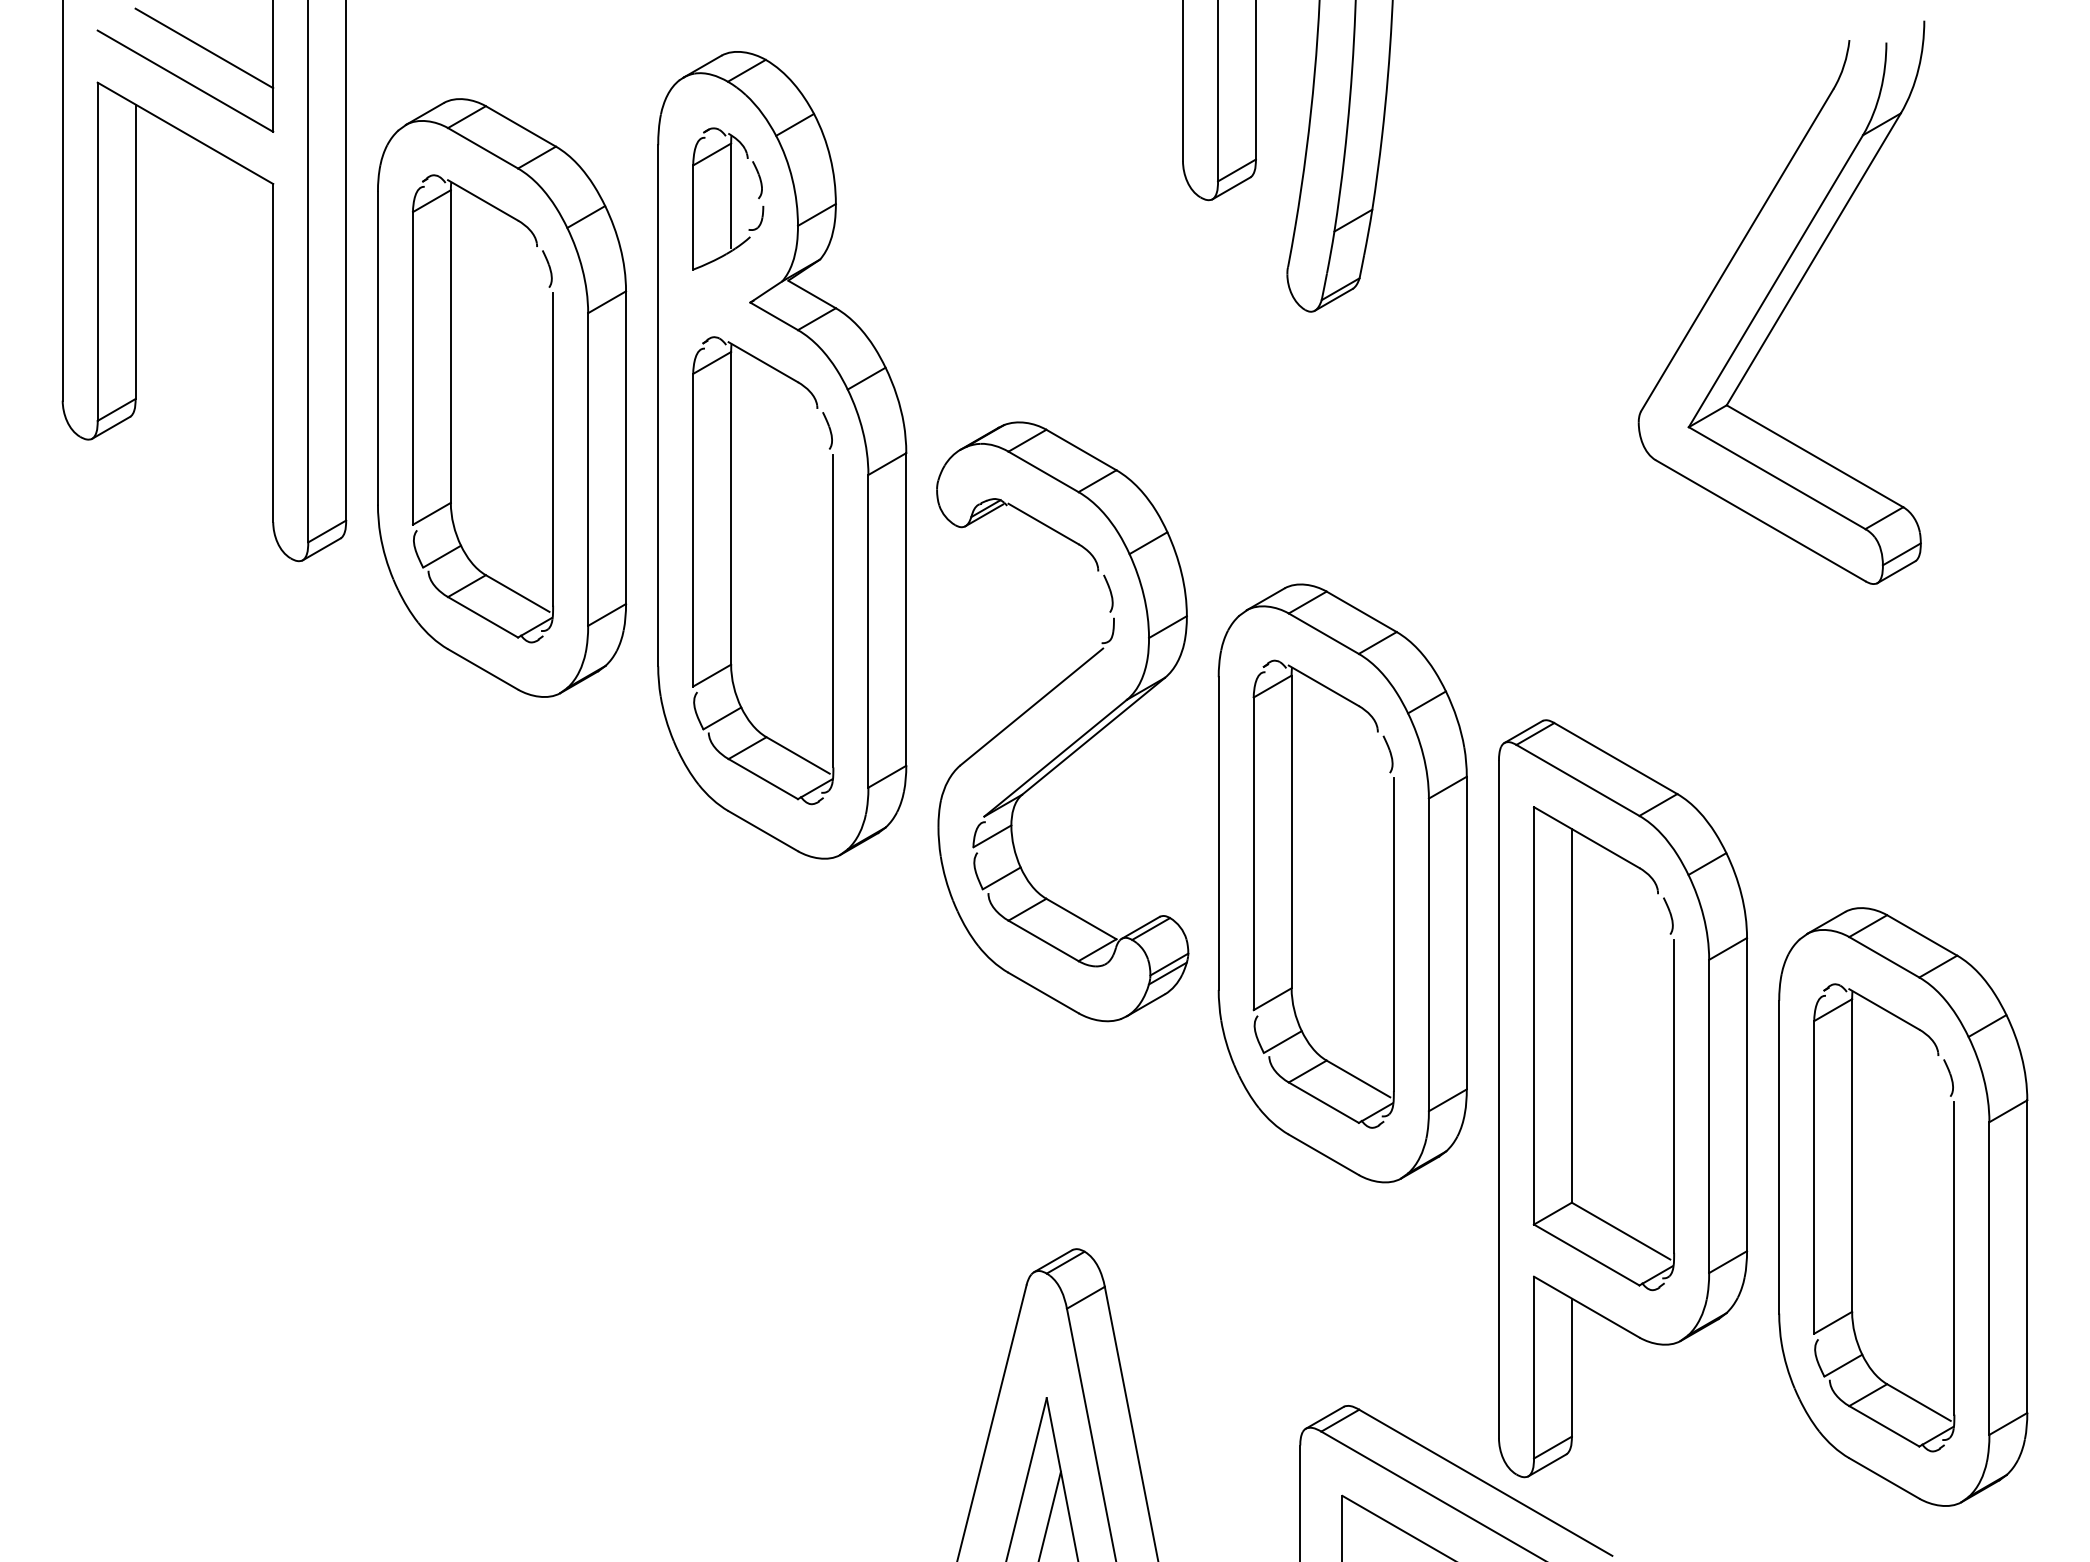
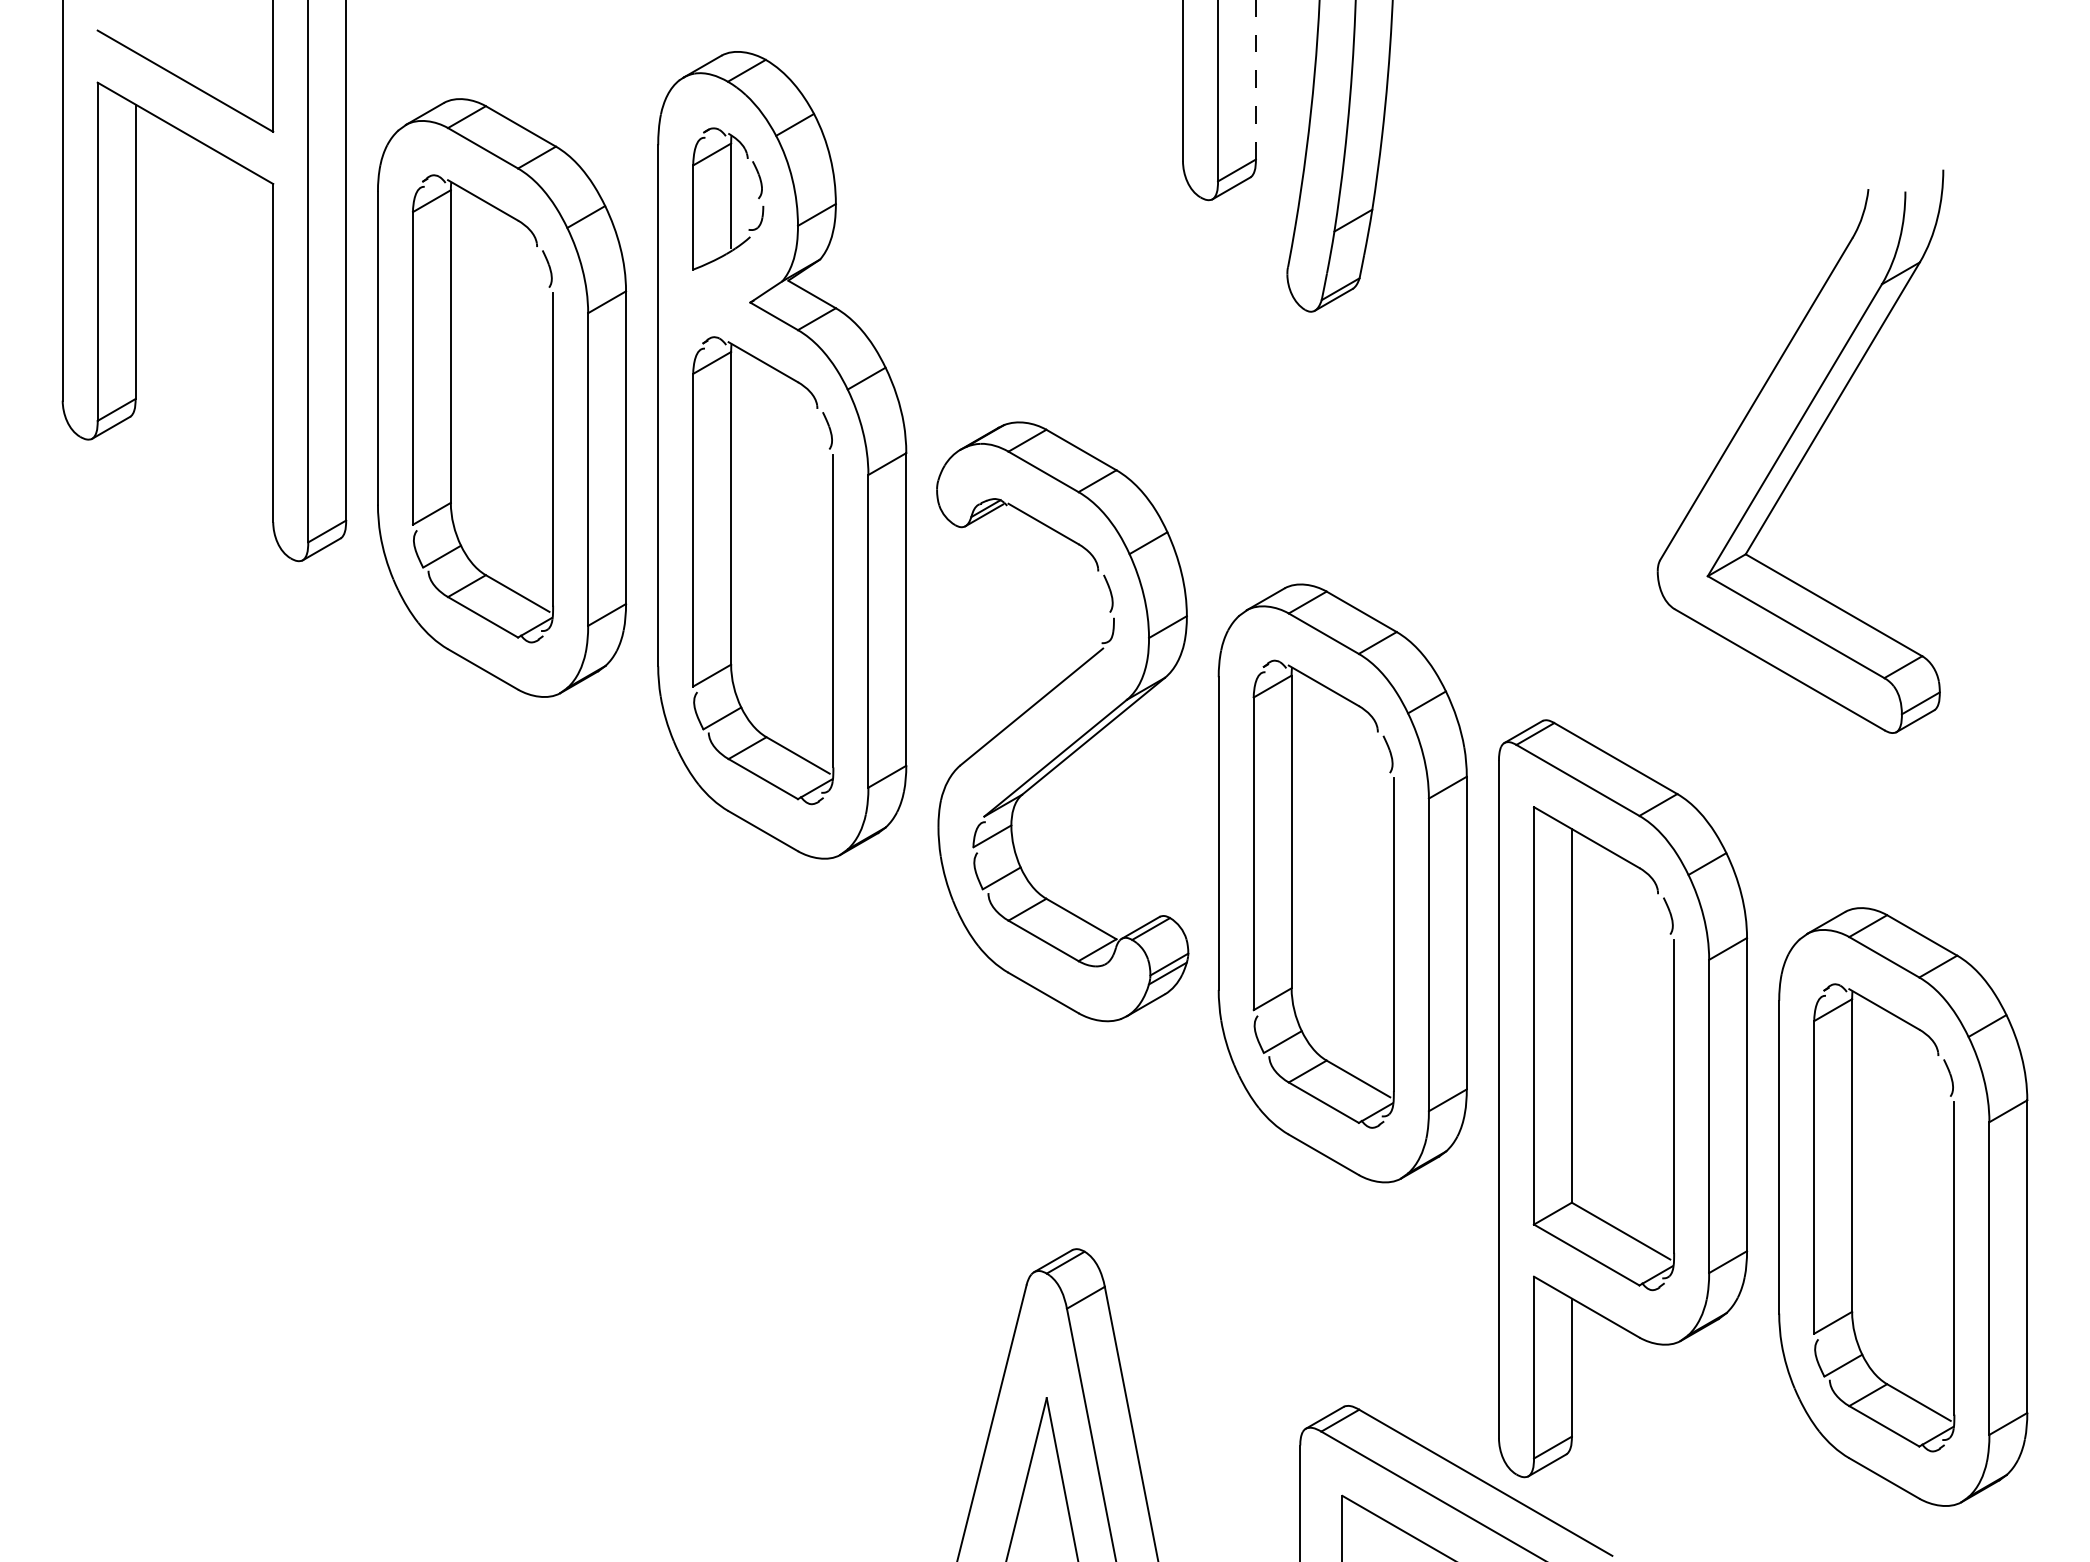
line at (204, 48): present -> none
line at (1255, 79): solid -> dashed
part at (1781, 302) position: (1781, 302) -> (1800, 451)
line at (1049, 1514): present -> none
